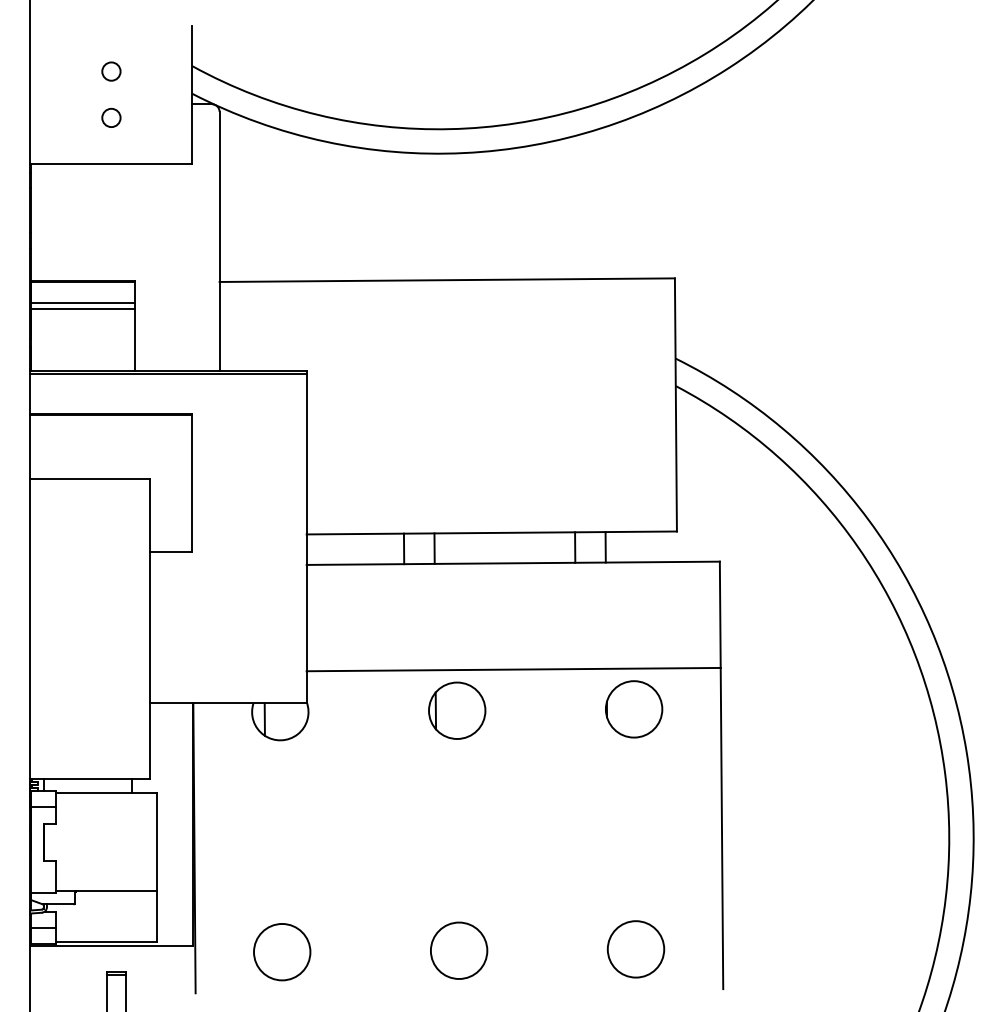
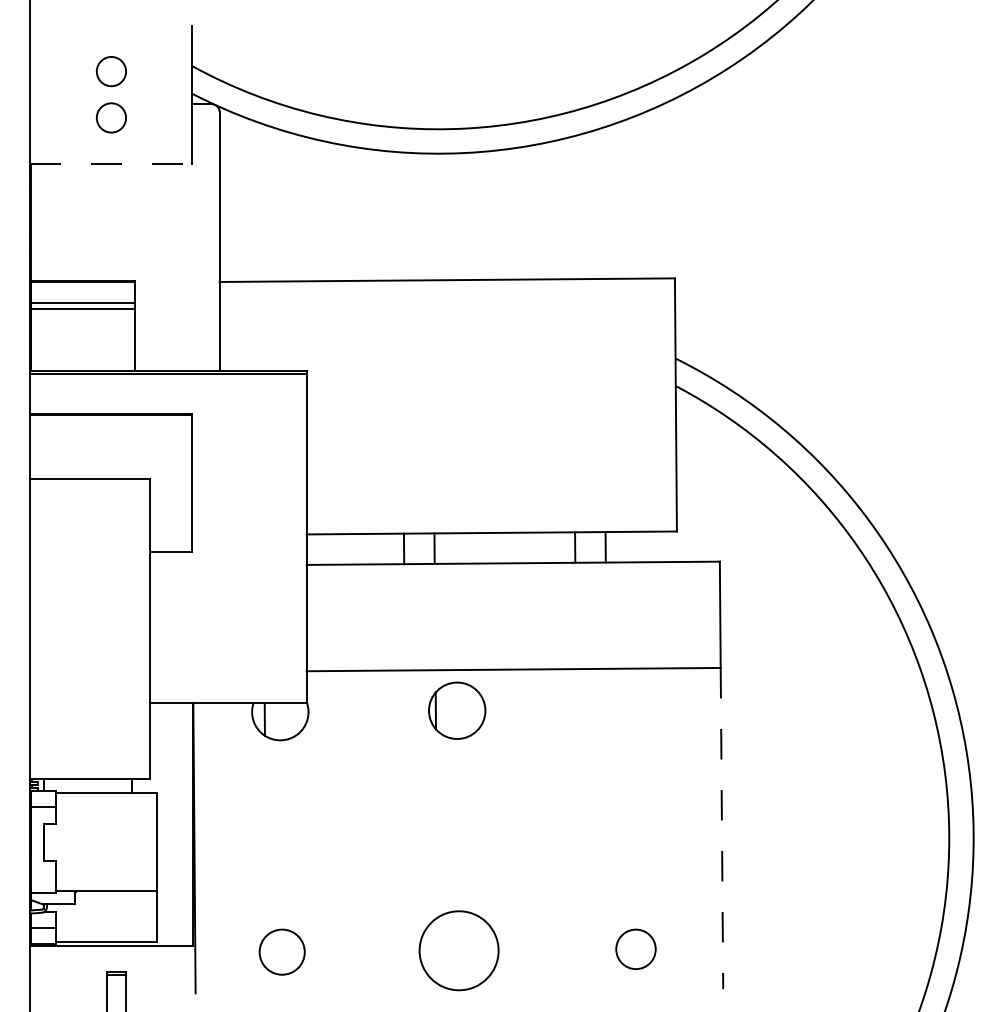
circle at (111, 71) diameter: 18 px -> 29 px
circle at (111, 117) diameter: 18 px -> 29 px
line at (111, 163): solid -> dashed
circle at (634, 709): present -> none
line at (721, 828): solid -> dashed
circle at (635, 949) diameter: 56 px -> 39 px
circle at (458, 950) diameter: 56 px -> 79 px
circle at (282, 951) diameter: 56 px -> 45 px
